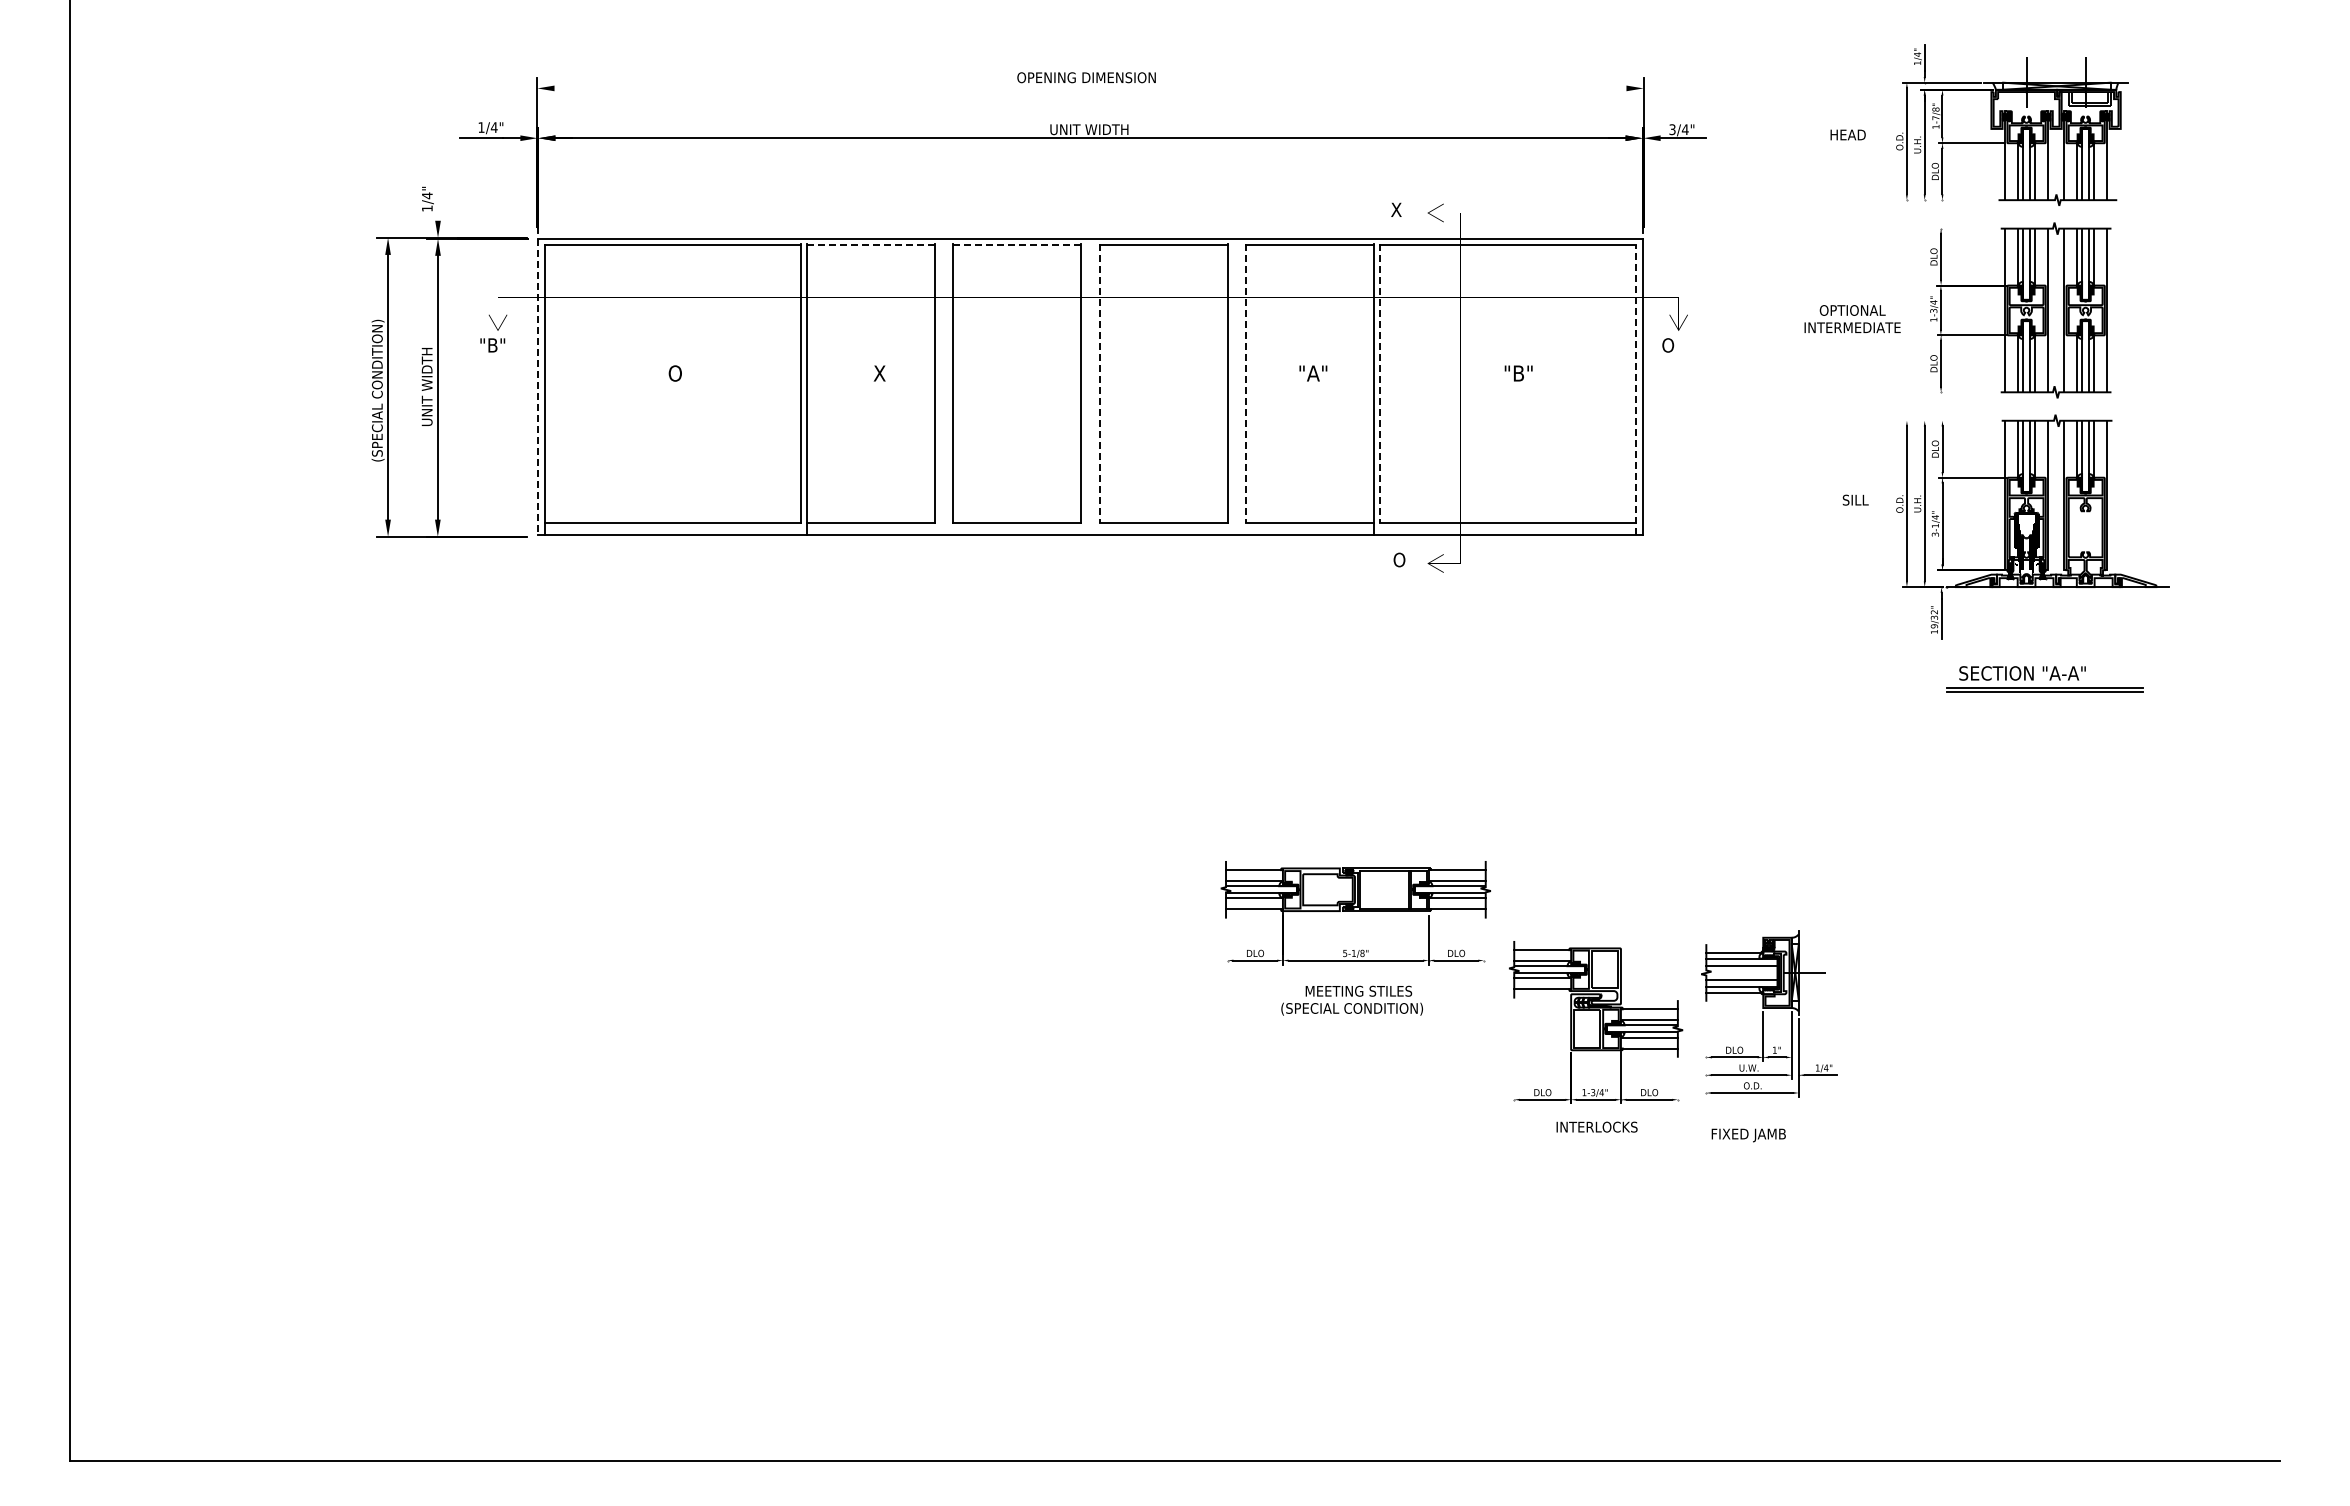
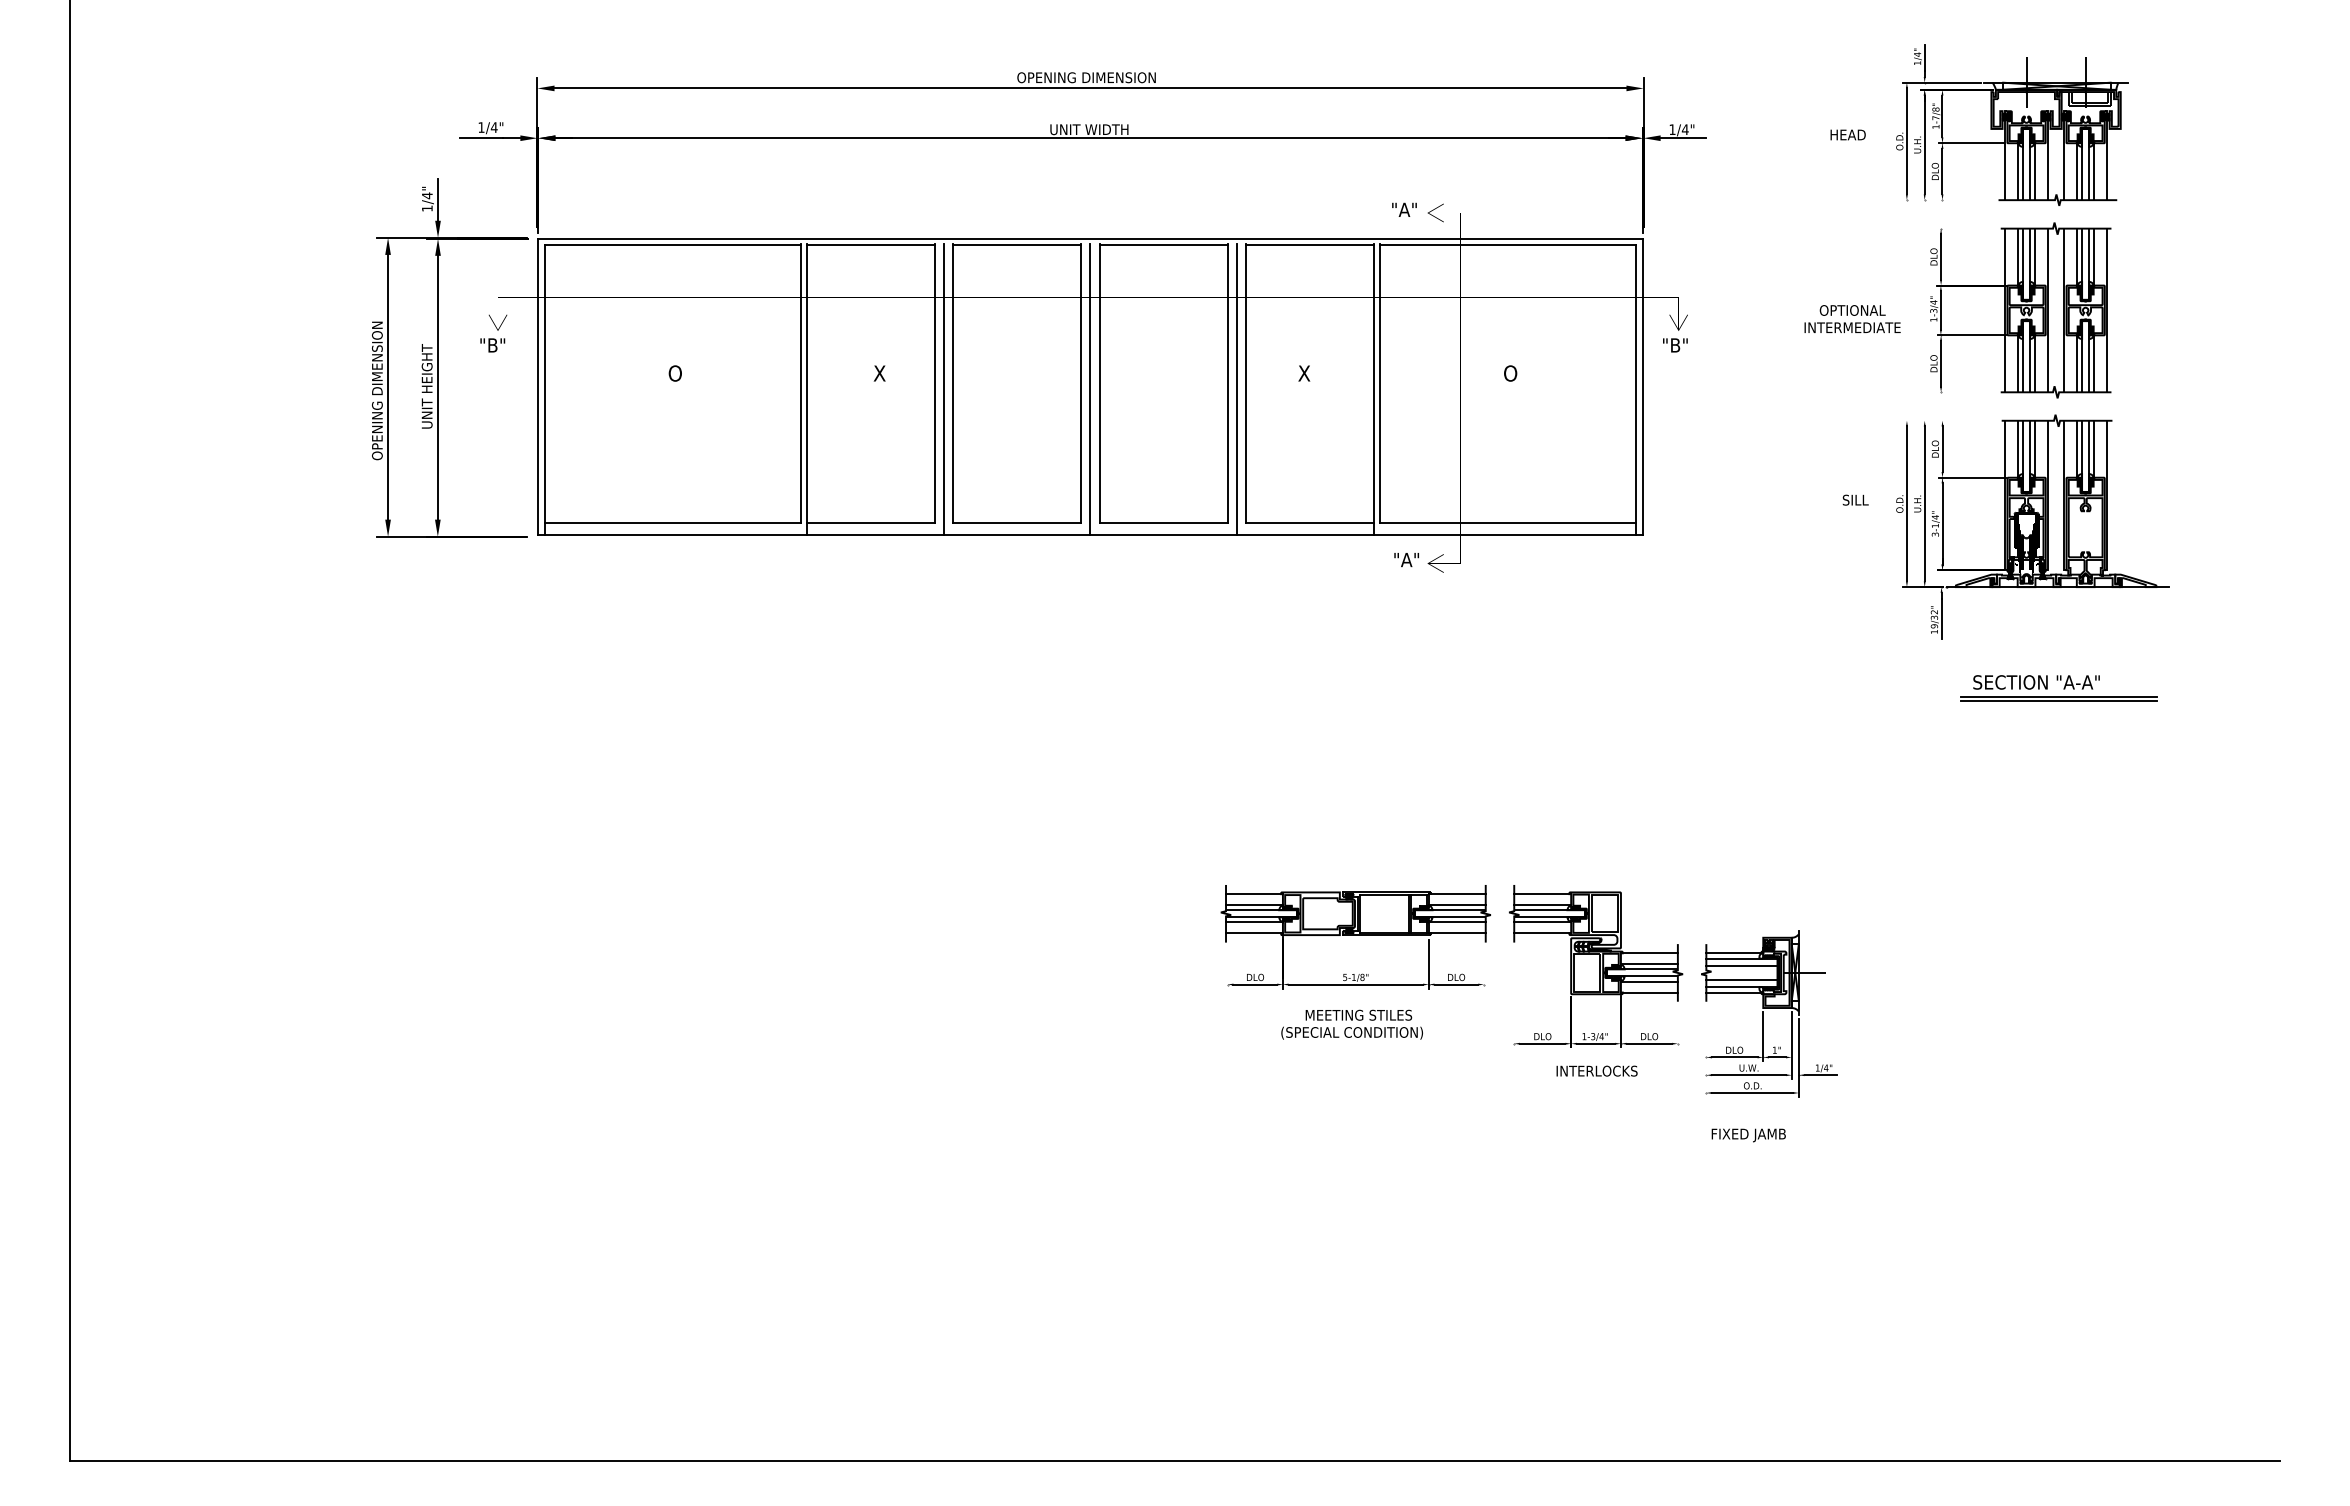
line at (1090, 88): none -> present
text at (1672, 129): 3/4" -> 1/4"
line at (438, 199): none -> present
text at (1403, 209): X -> "A"
line at (870, 245): dashed -> solid
line at (1016, 245): dashed -> solid
text at (1674, 345): O -> "B"
text at (1312, 373): "A" -> X
text at (1518, 373): "B" -> O
line at (1099, 383): dashed -> solid
line at (1245, 383): dashed -> solid
line at (1380, 383): dashed -> solid
text at (426, 386): UNIT WIDTH -> UNIT HEIGHT
line at (538, 386): dashed -> solid
line at (944, 388): none -> present
line at (1236, 388): none -> present
line at (1090, 389): none -> present
text at (377, 390): (SPECIAL CONDITION) -> OPENING DIMENSION
line at (1636, 390): dashed -> solid
text at (1405, 559): O -> "A"
part at (2044, 679) position: (2044, 679) -> (2058, 688)
part at (1354, 950) position: (1354, 950) -> (1354, 974)
part at (1596, 1036) position: (1596, 1036) -> (1596, 980)
